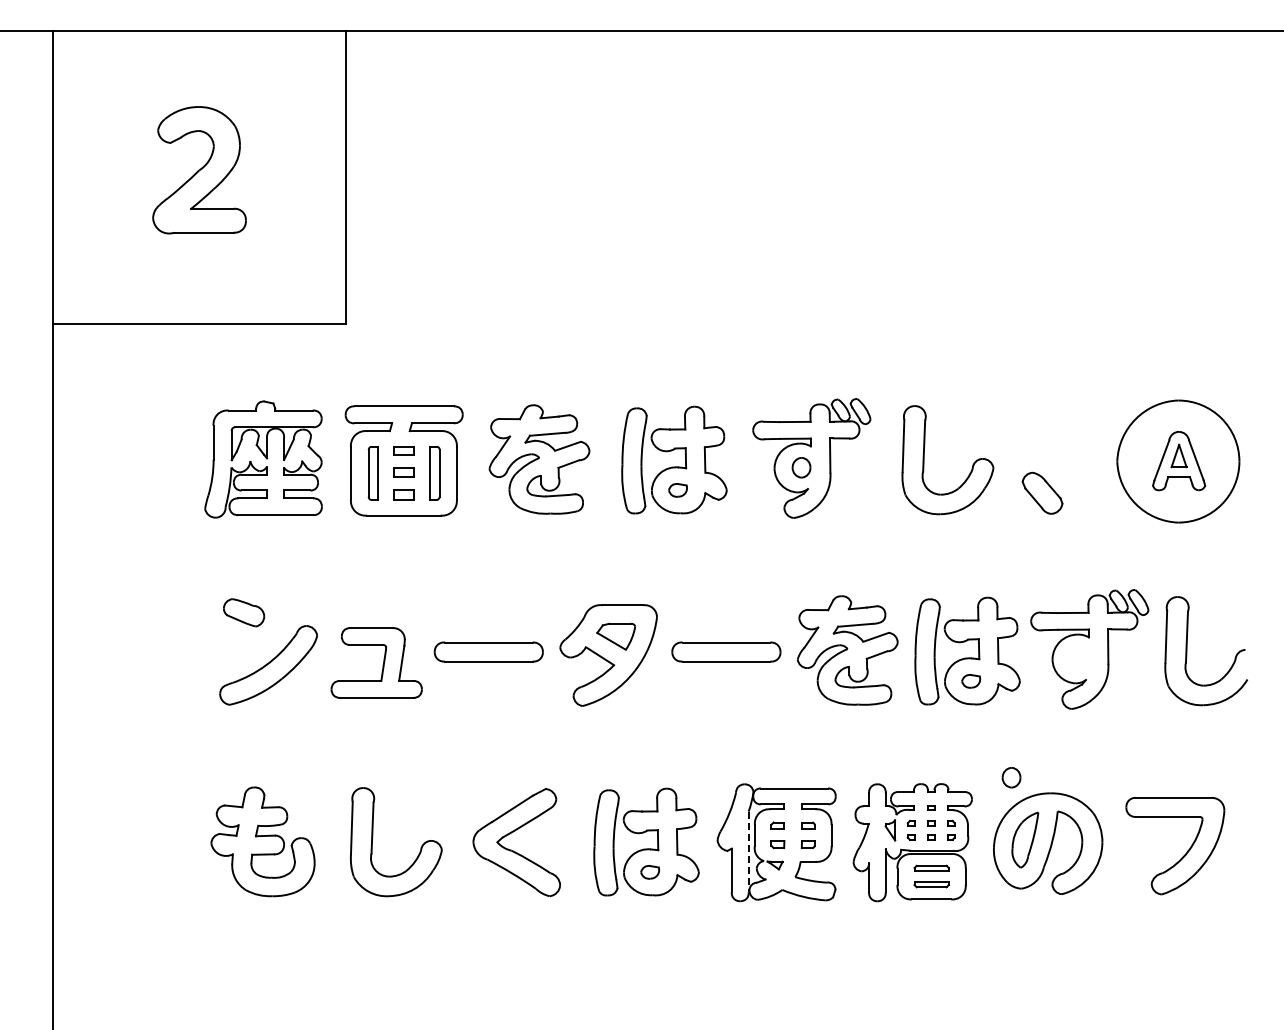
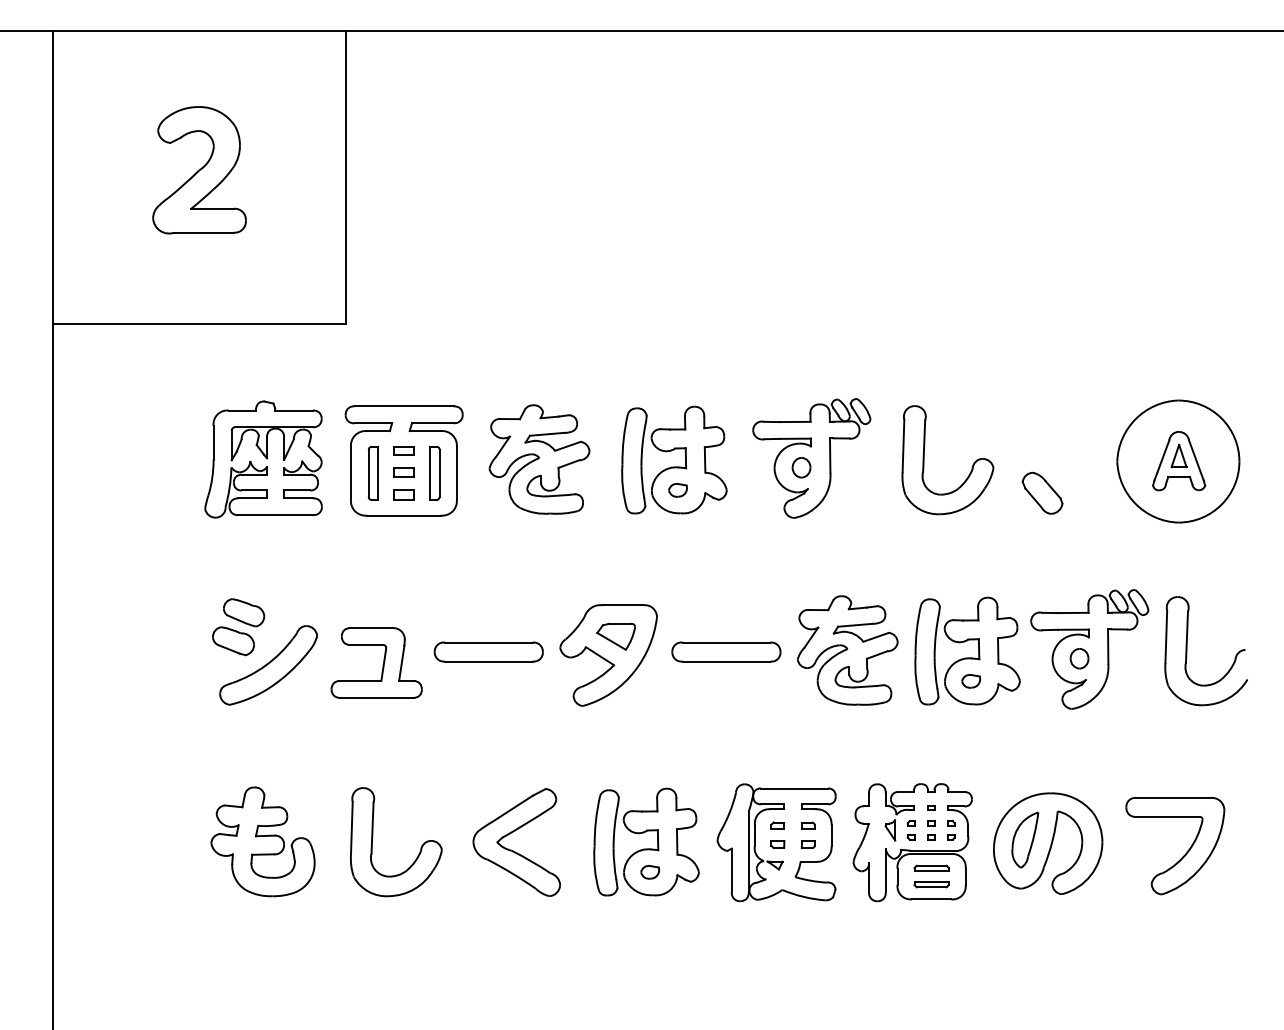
part at (233, 641): none -> present
part at (1011, 777) position: (1011, 777) -> (1079, 658)
line at (748, 852): dashed -> solid
